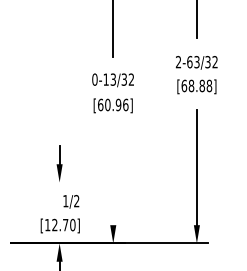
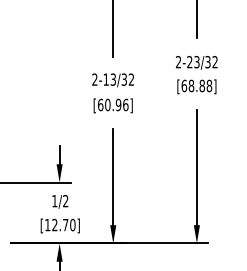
text at (189, 62): 2-63/32 -> 2-23/32
text at (94, 79): 0-13/32 -> 2-13/32
line at (113, 176): none -> present
line at (36, 182): none -> present
text at (71, 201) position: (71, 201) -> (60, 201)
